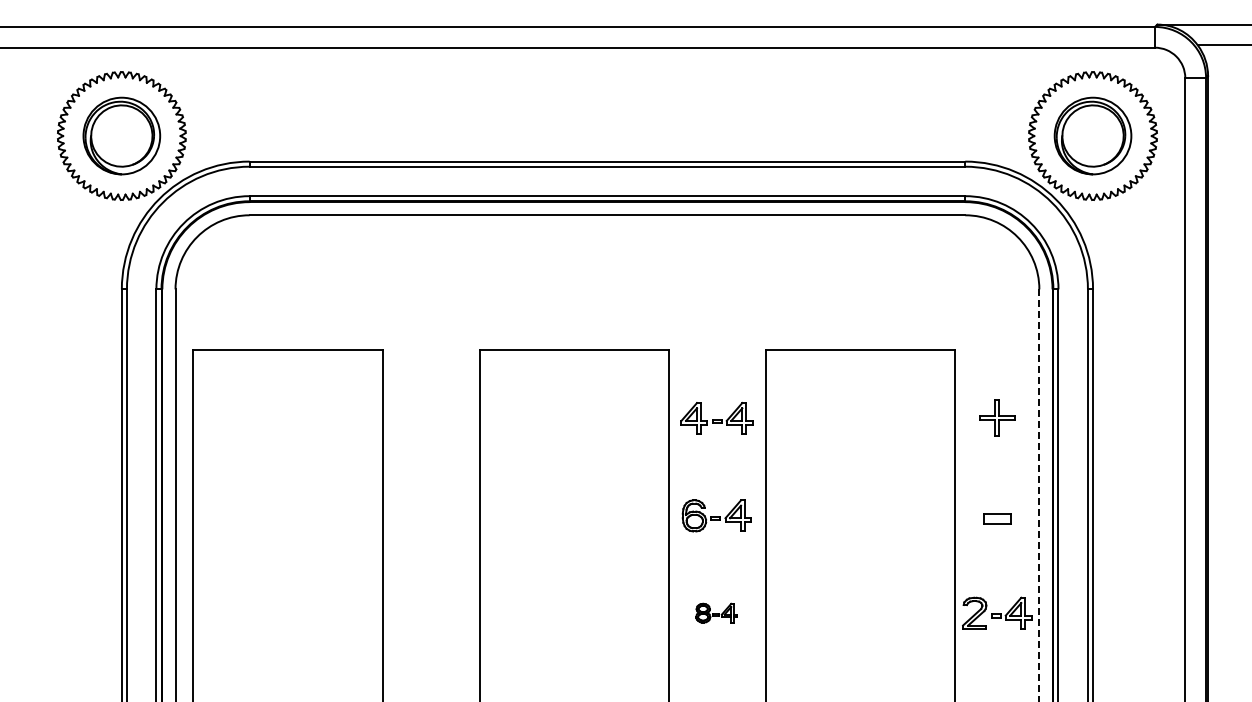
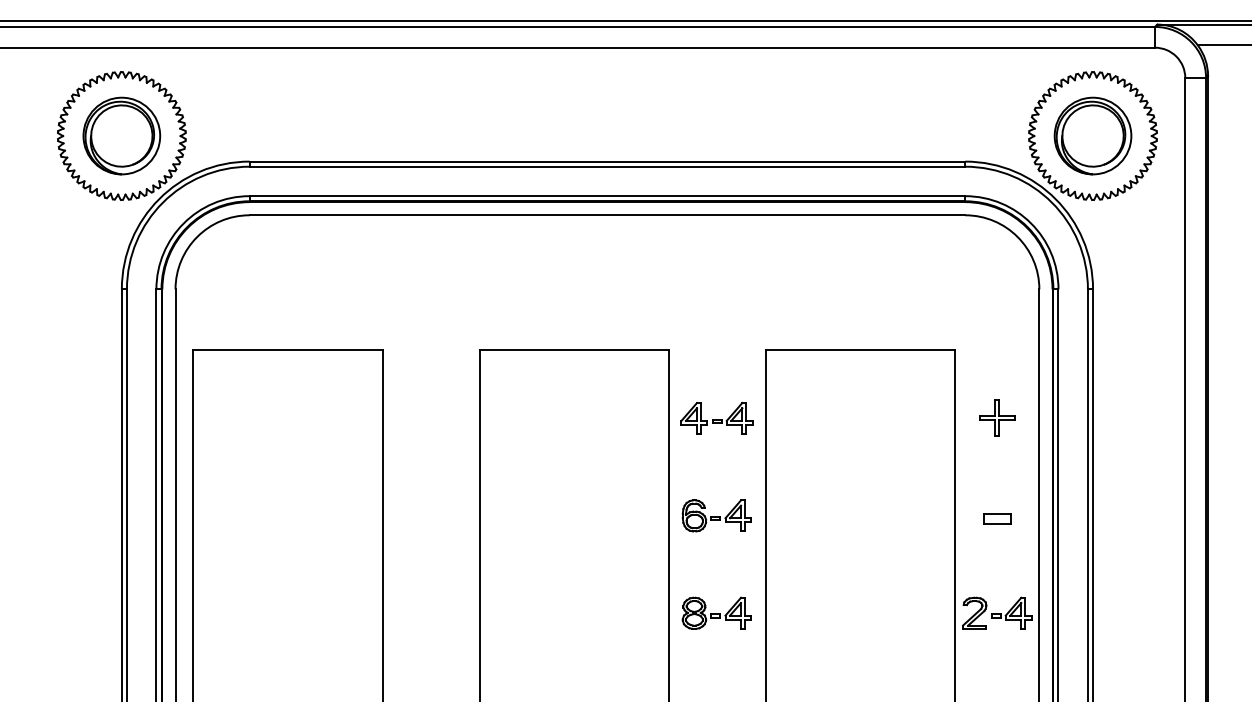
line at (625, 21): none -> present
line at (1039, 495): dashed -> solid
part at (716, 612) size: 43x22 px -> 71x34 px
